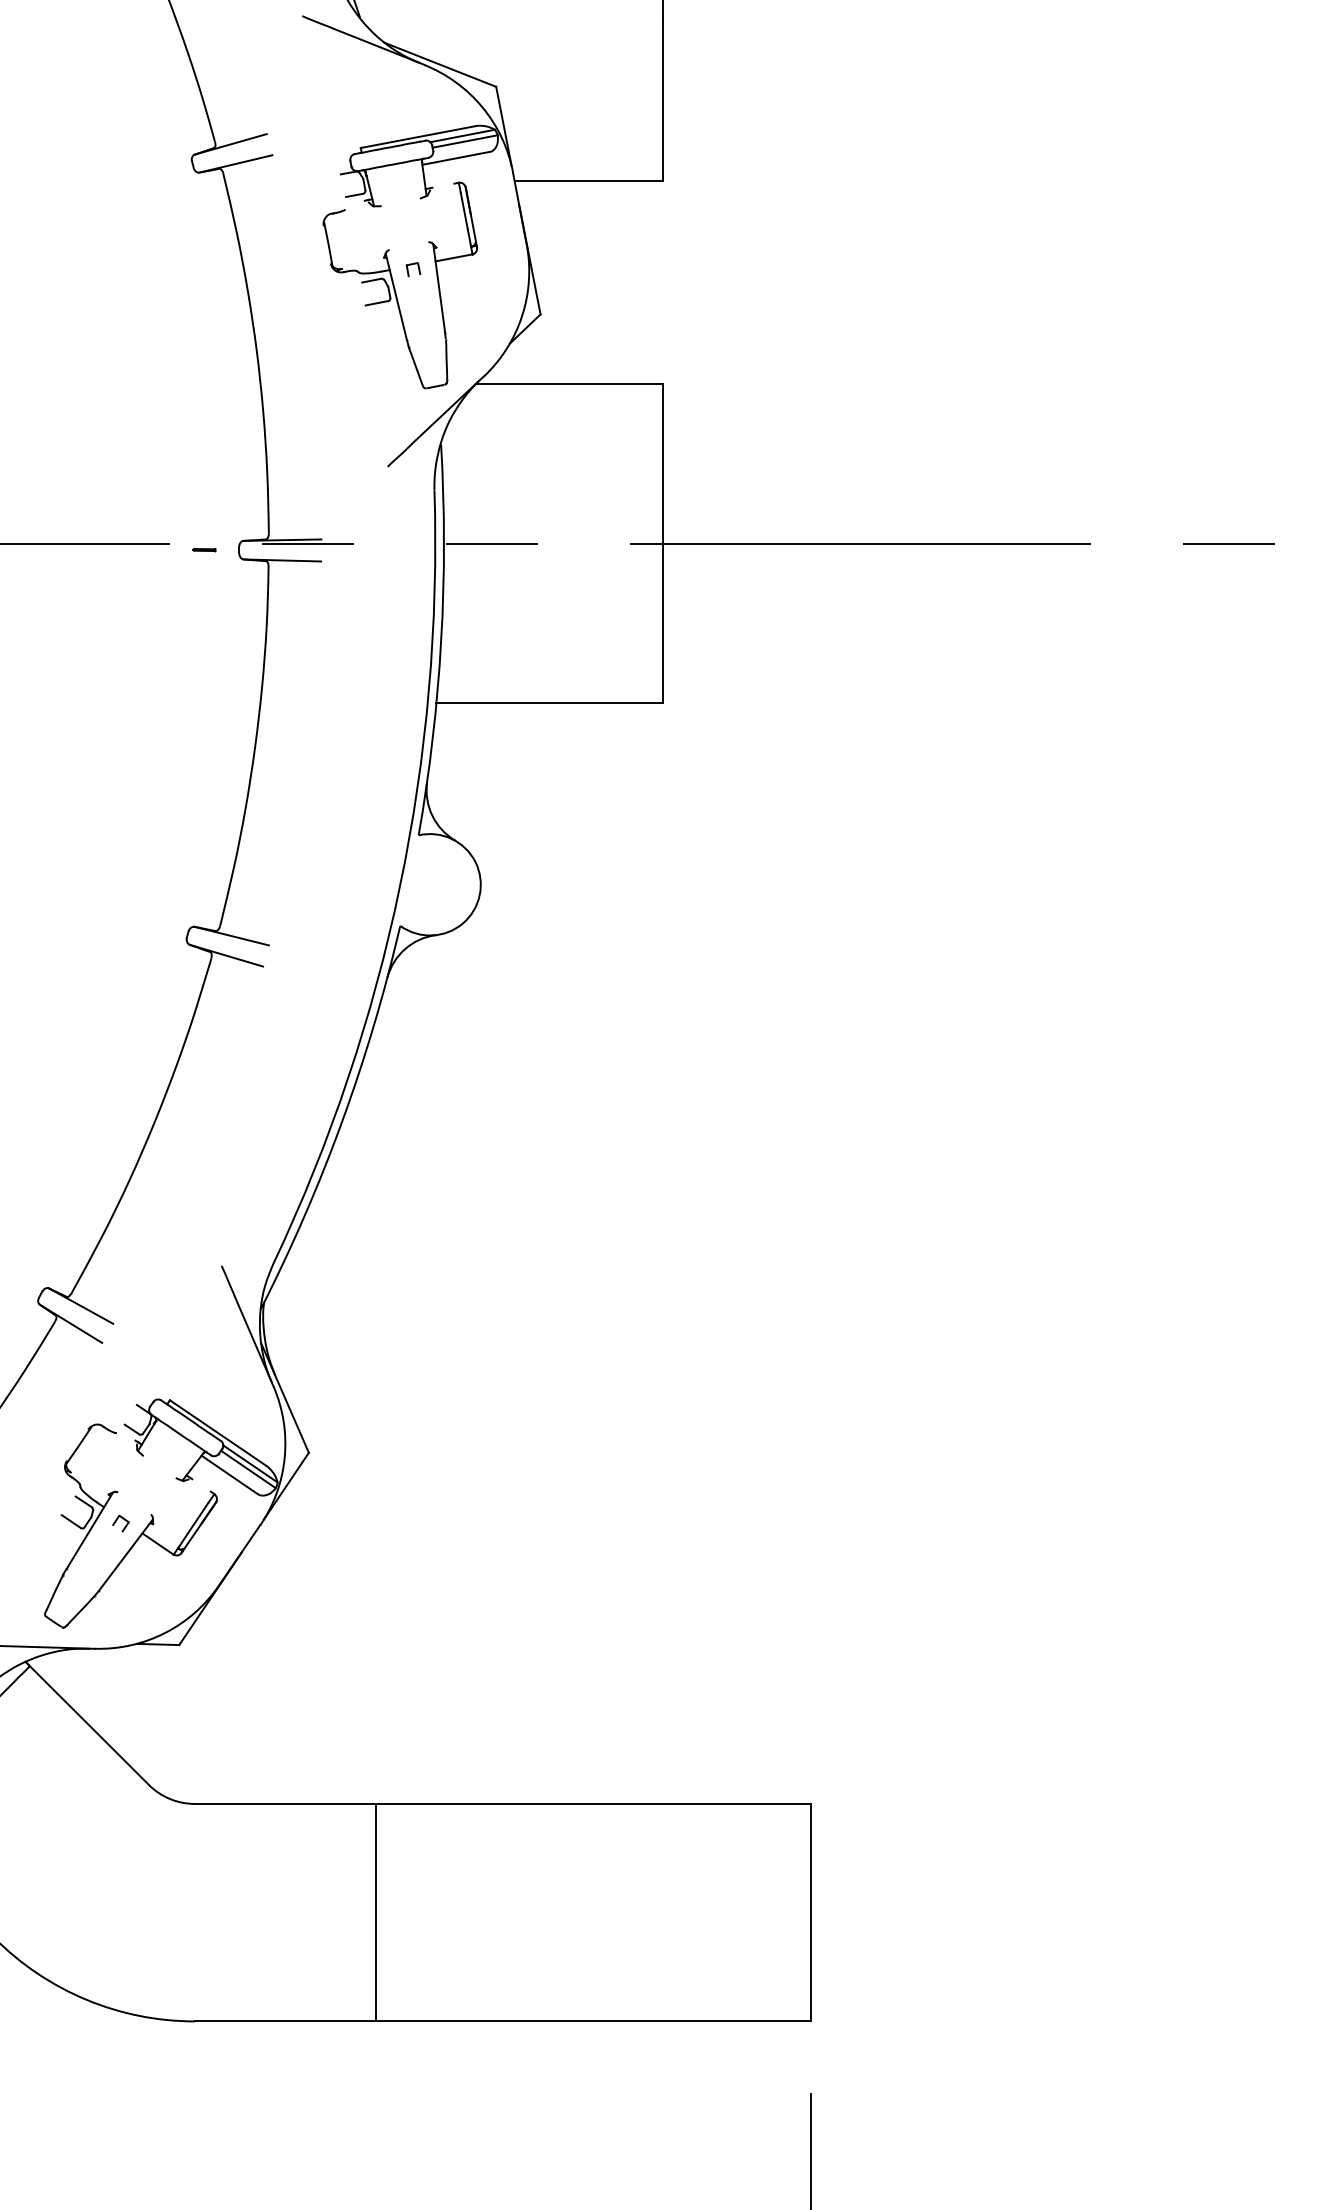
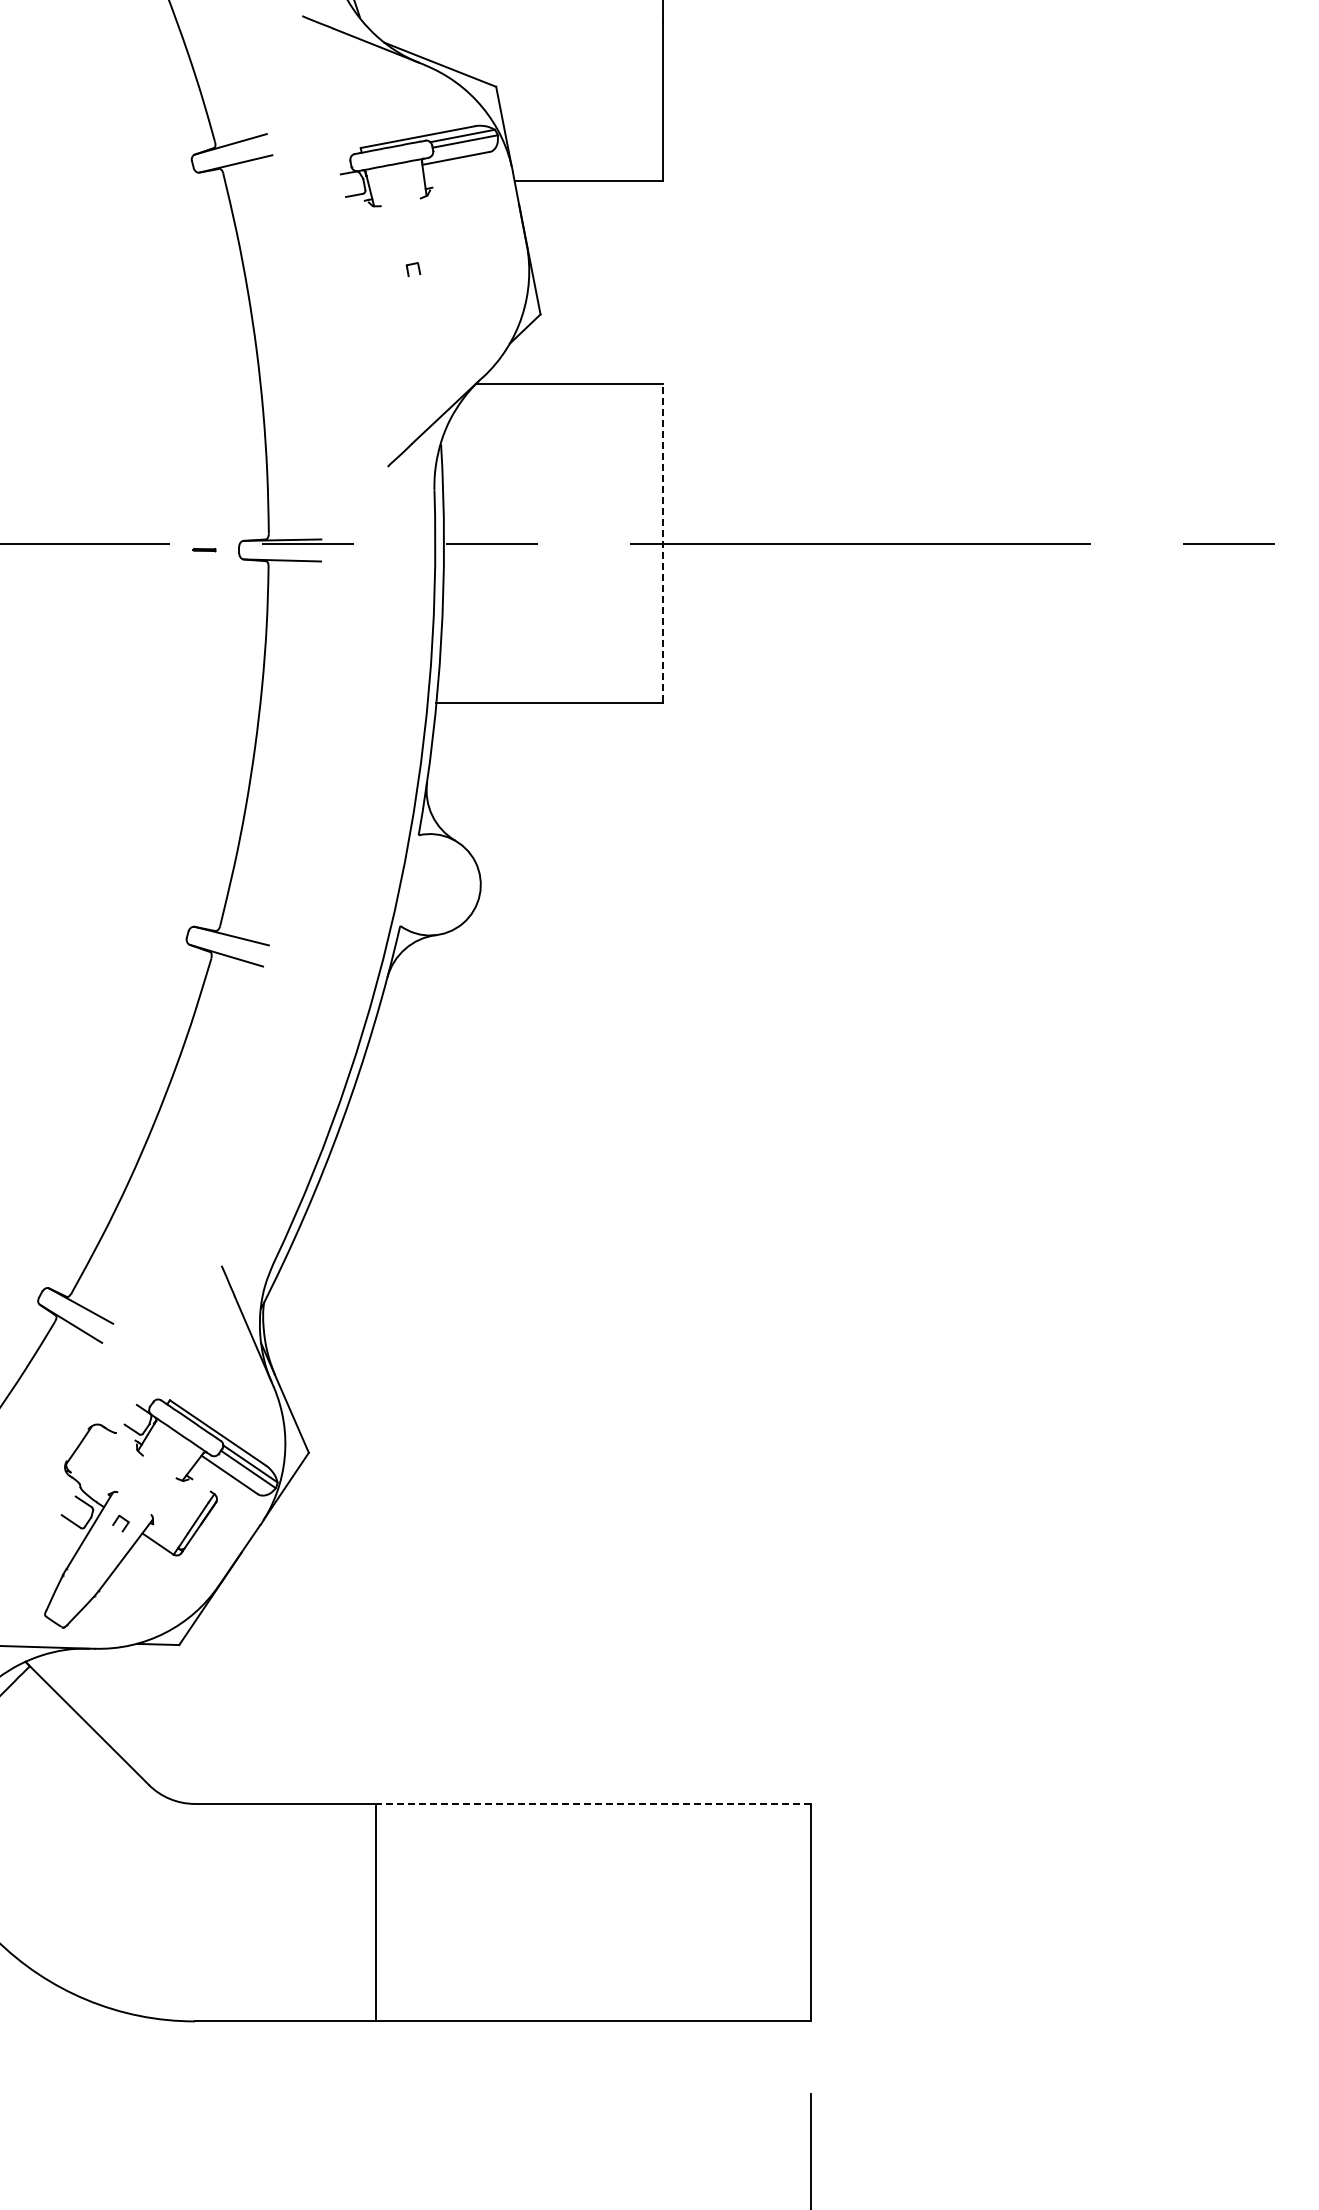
part at (399, 285): present -> none
line at (663, 543): solid -> dashed
line at (593, 1803): solid -> dashed
